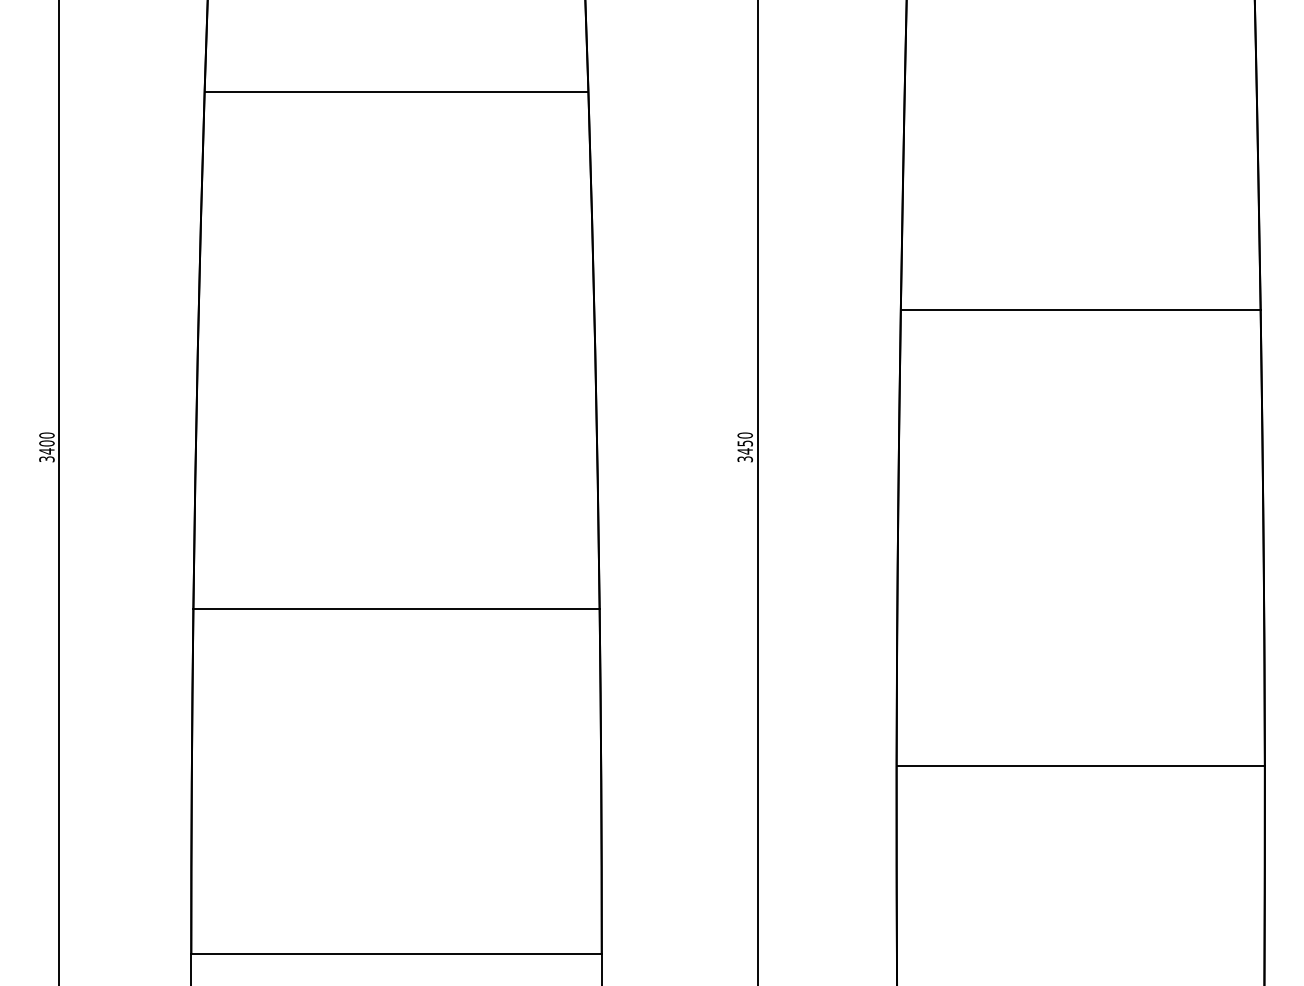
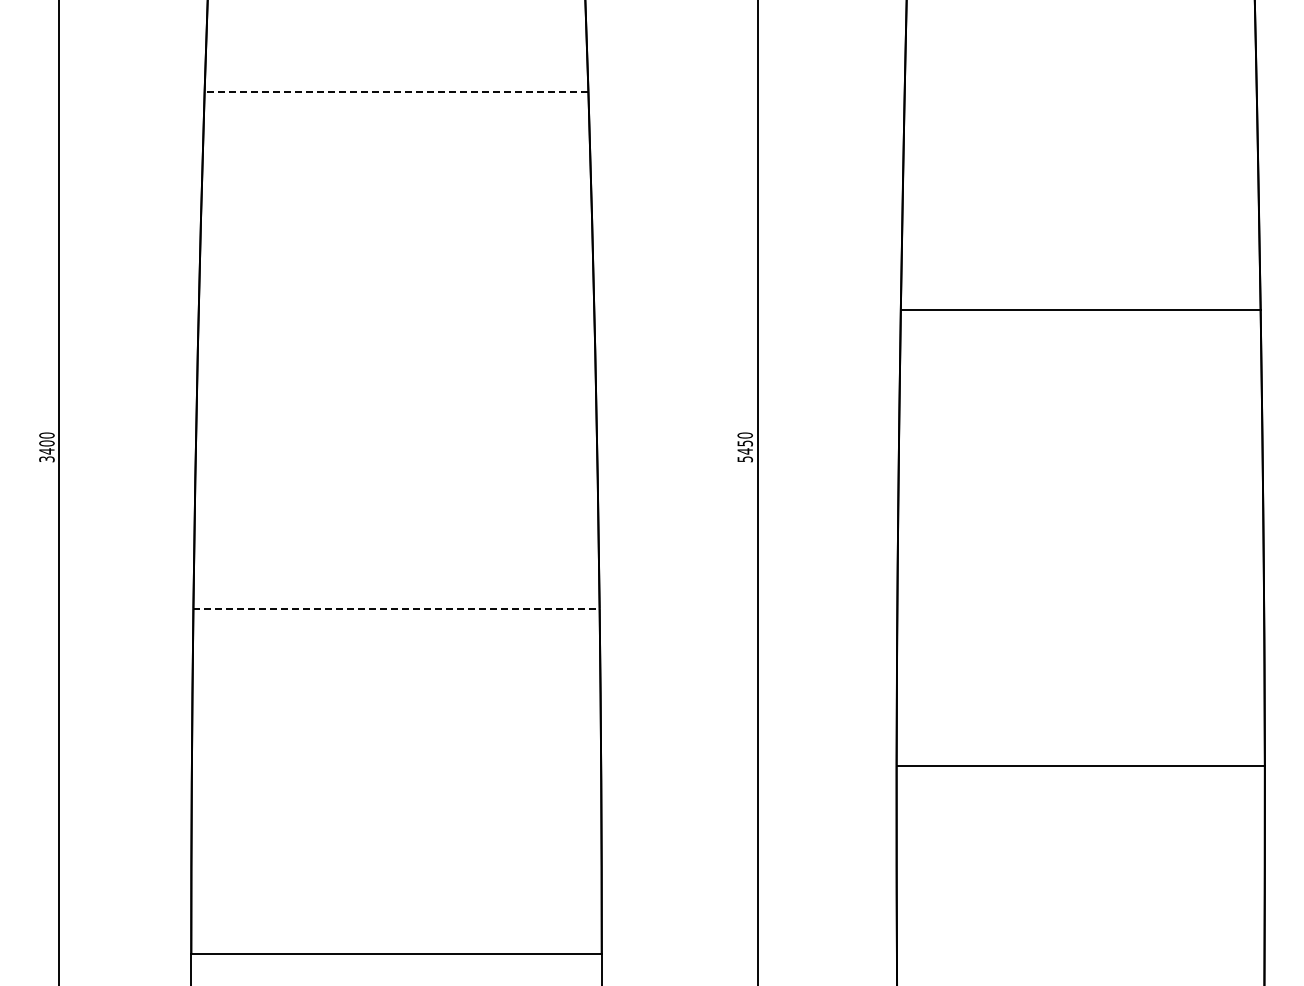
line at (396, 91): solid -> dashed
text at (744, 458): 3450 -> 5450
line at (397, 608): solid -> dashed
